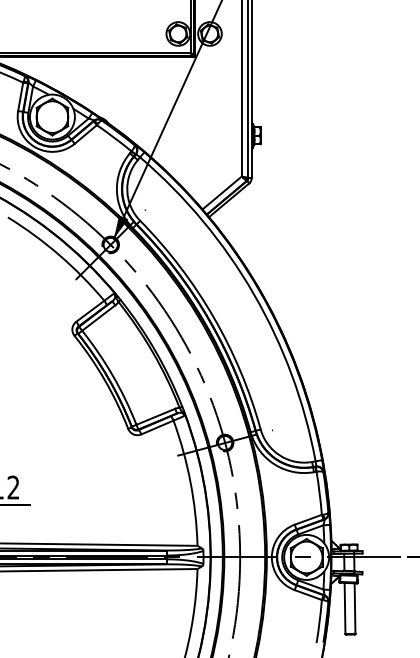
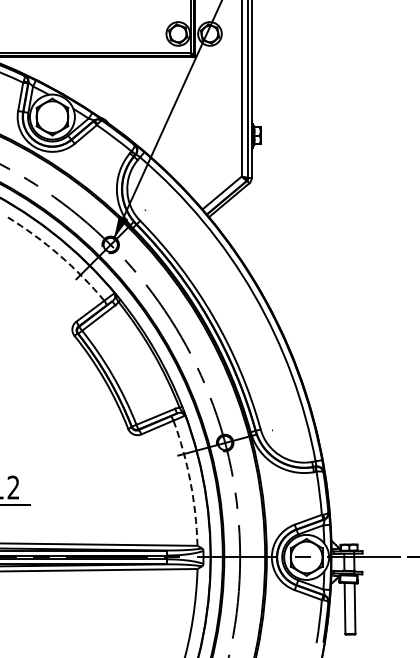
arc at (59, 255): solid -> dashed
arc at (190, 482): solid -> dashed
